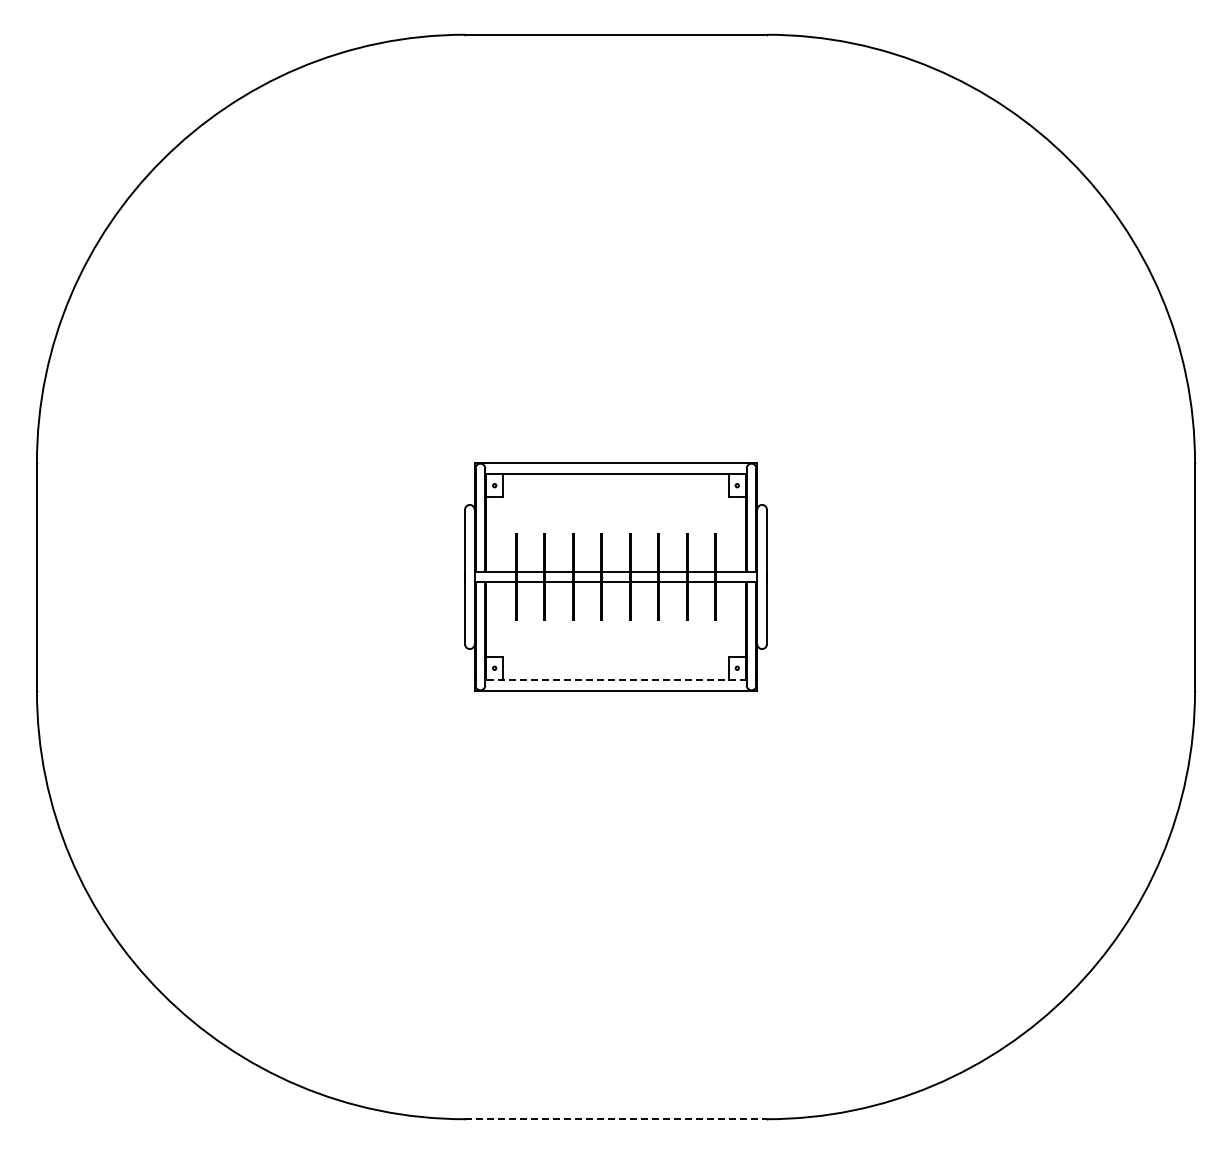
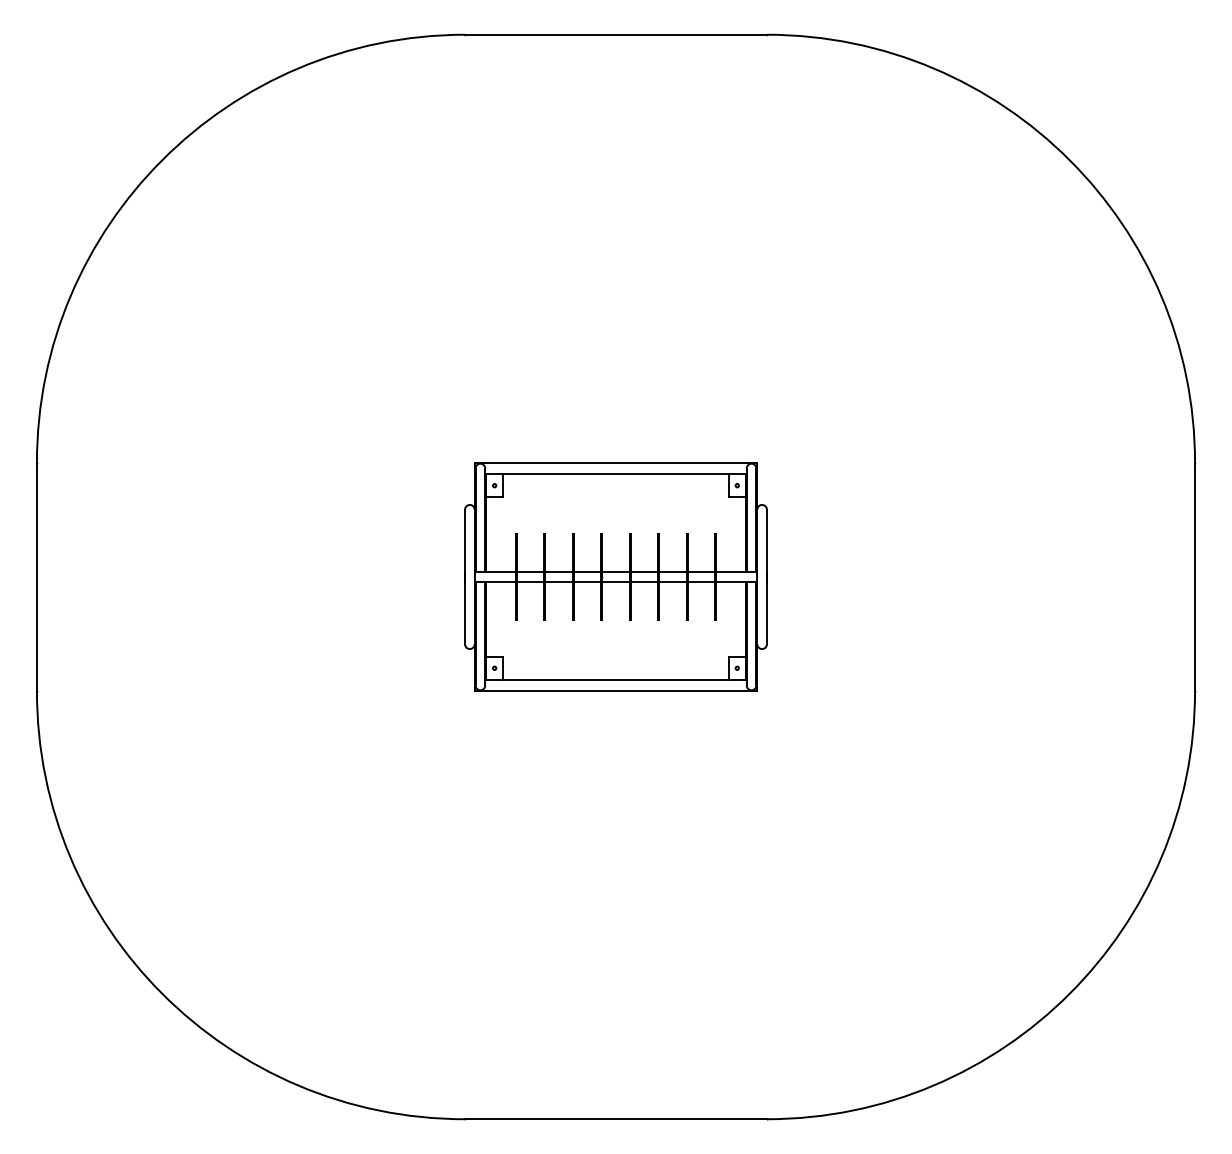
line at (615, 679): dashed -> solid
line at (616, 1119): dashed -> solid
